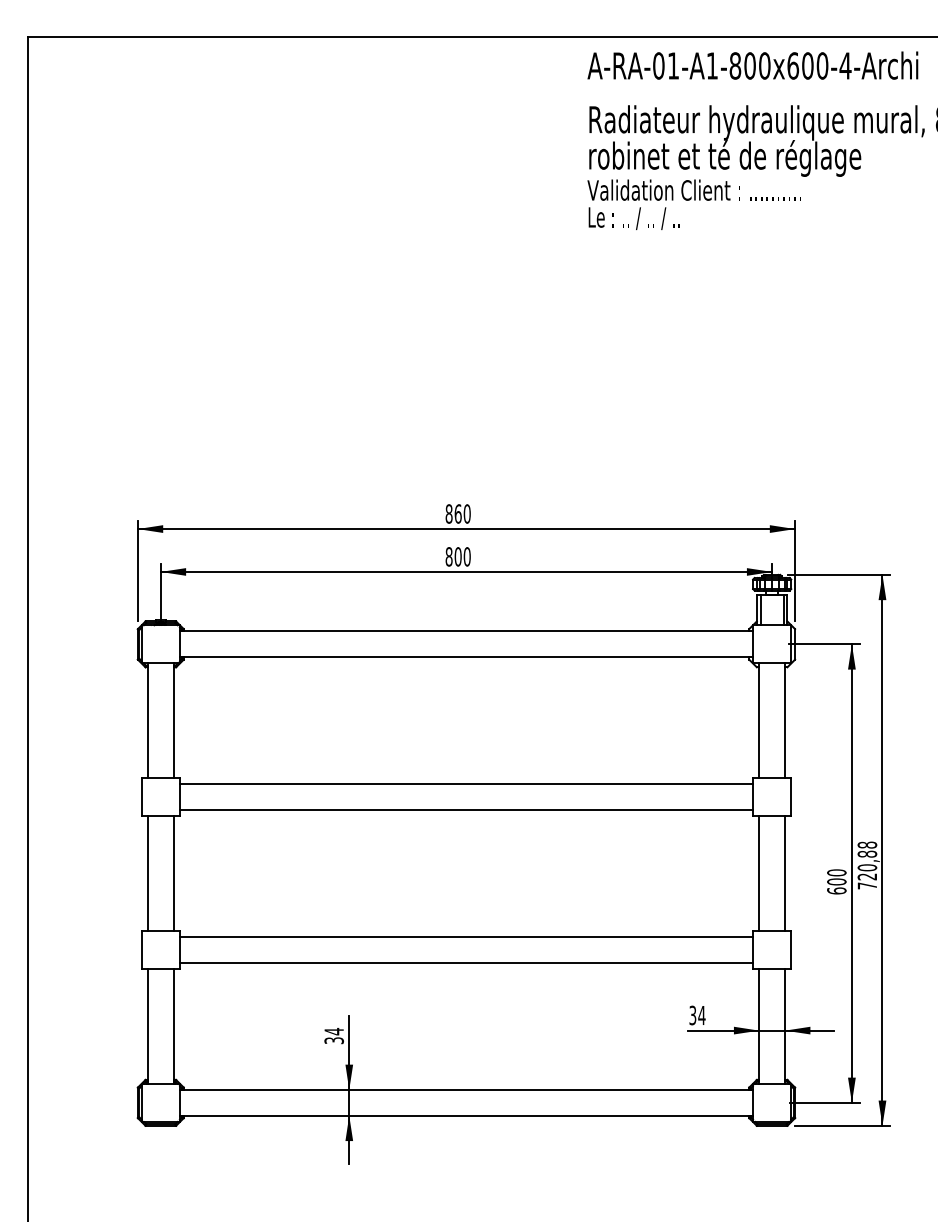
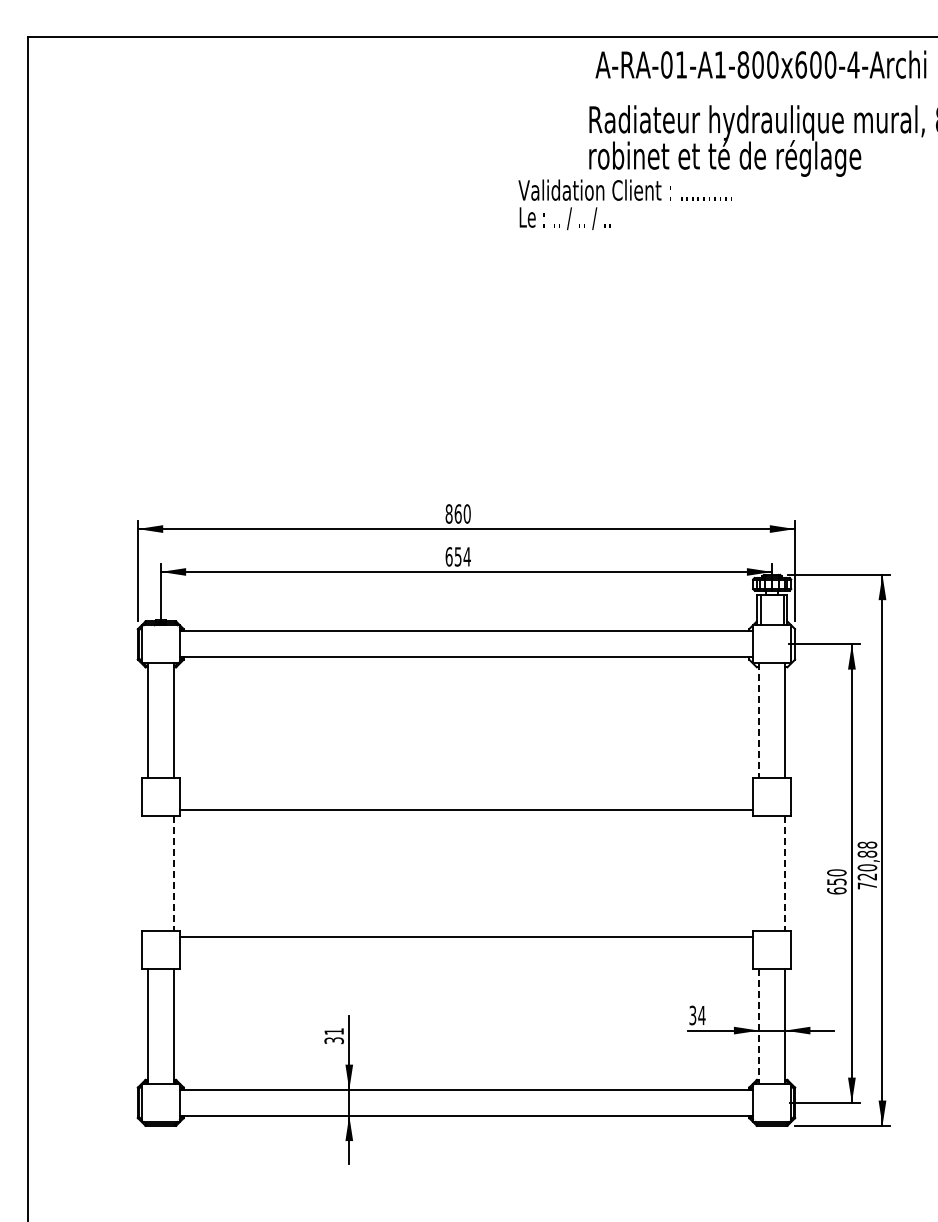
text at (752, 65) position: (752, 65) -> (760, 64)
text at (693, 204) position: (693, 204) -> (624, 204)
text at (457, 556): 800 -> 654
line at (759, 721): solid -> dashed
line at (466, 784): present -> none
line at (147, 873): present -> none
line at (759, 873): present -> none
line at (173, 874): solid -> dashed
line at (785, 874): solid -> dashed
text at (836, 881): 600 -> 650
line at (466, 963): present -> none
line at (759, 1026): solid -> dashed
text at (333, 1031): 34 -> 31
